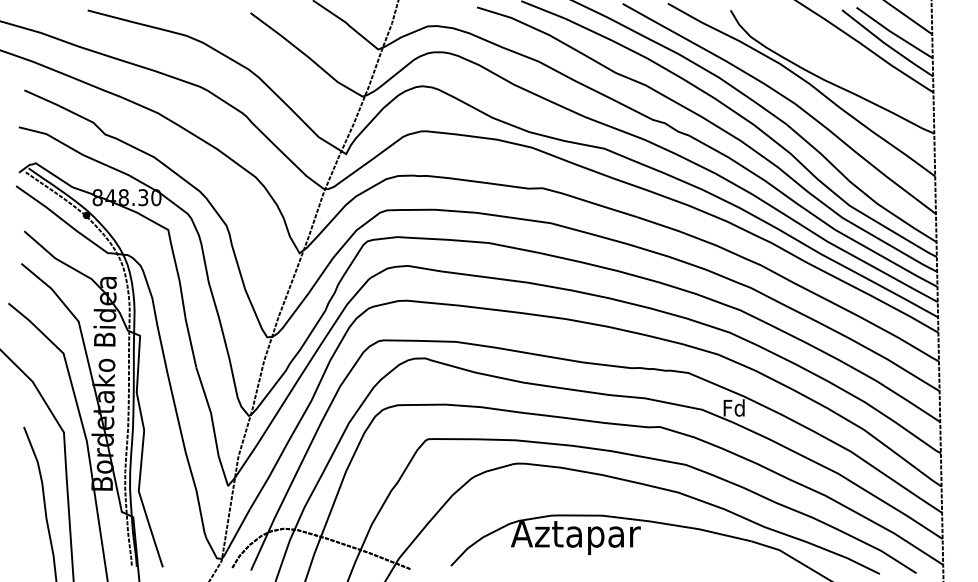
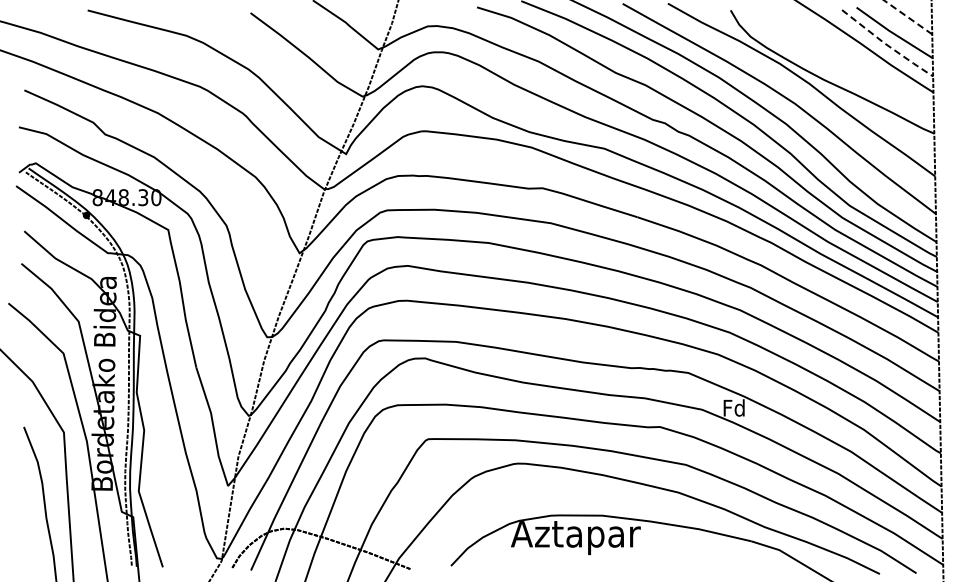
line at (907, 17): solid -> dashed
line at (886, 44): solid -> dashed
